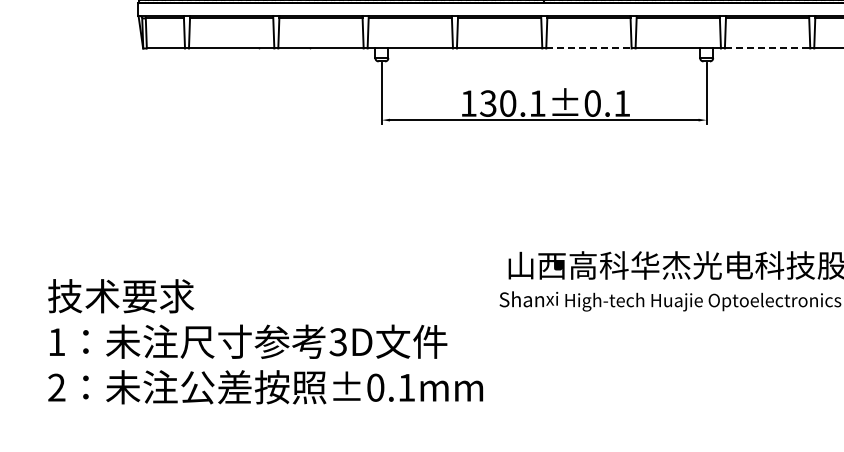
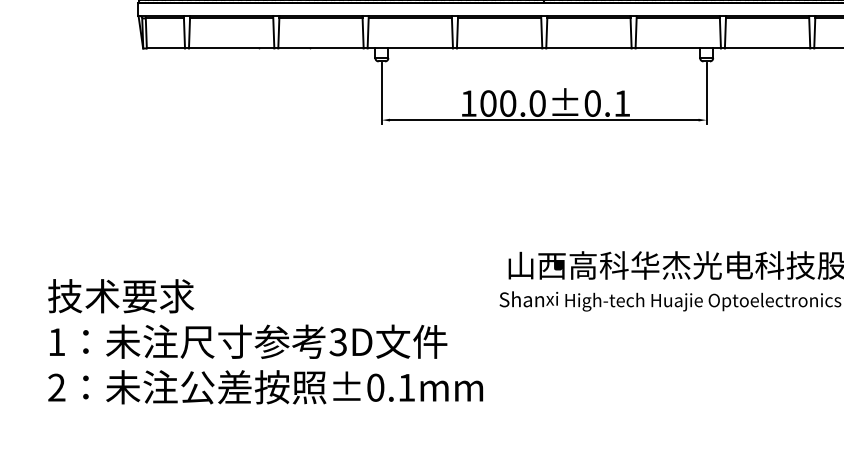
line at (588, 48): dashed -> solid
line at (767, 48): dashed -> solid
text at (512, 103): 130.1±0.1 -> 100.0±0.1
